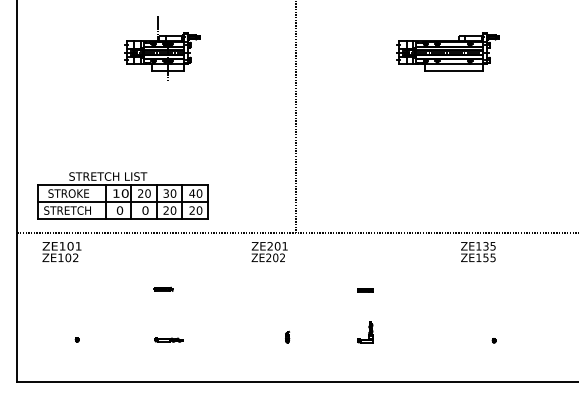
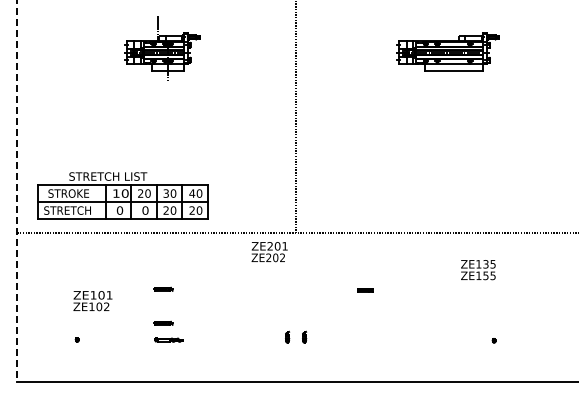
line at (17, 191): solid -> dashed
text at (61, 252) position: (61, 252) -> (92, 301)
text at (478, 252) position: (478, 252) -> (478, 270)
part at (163, 322): none -> present
part at (365, 332): present -> none
part at (304, 336): none -> present
